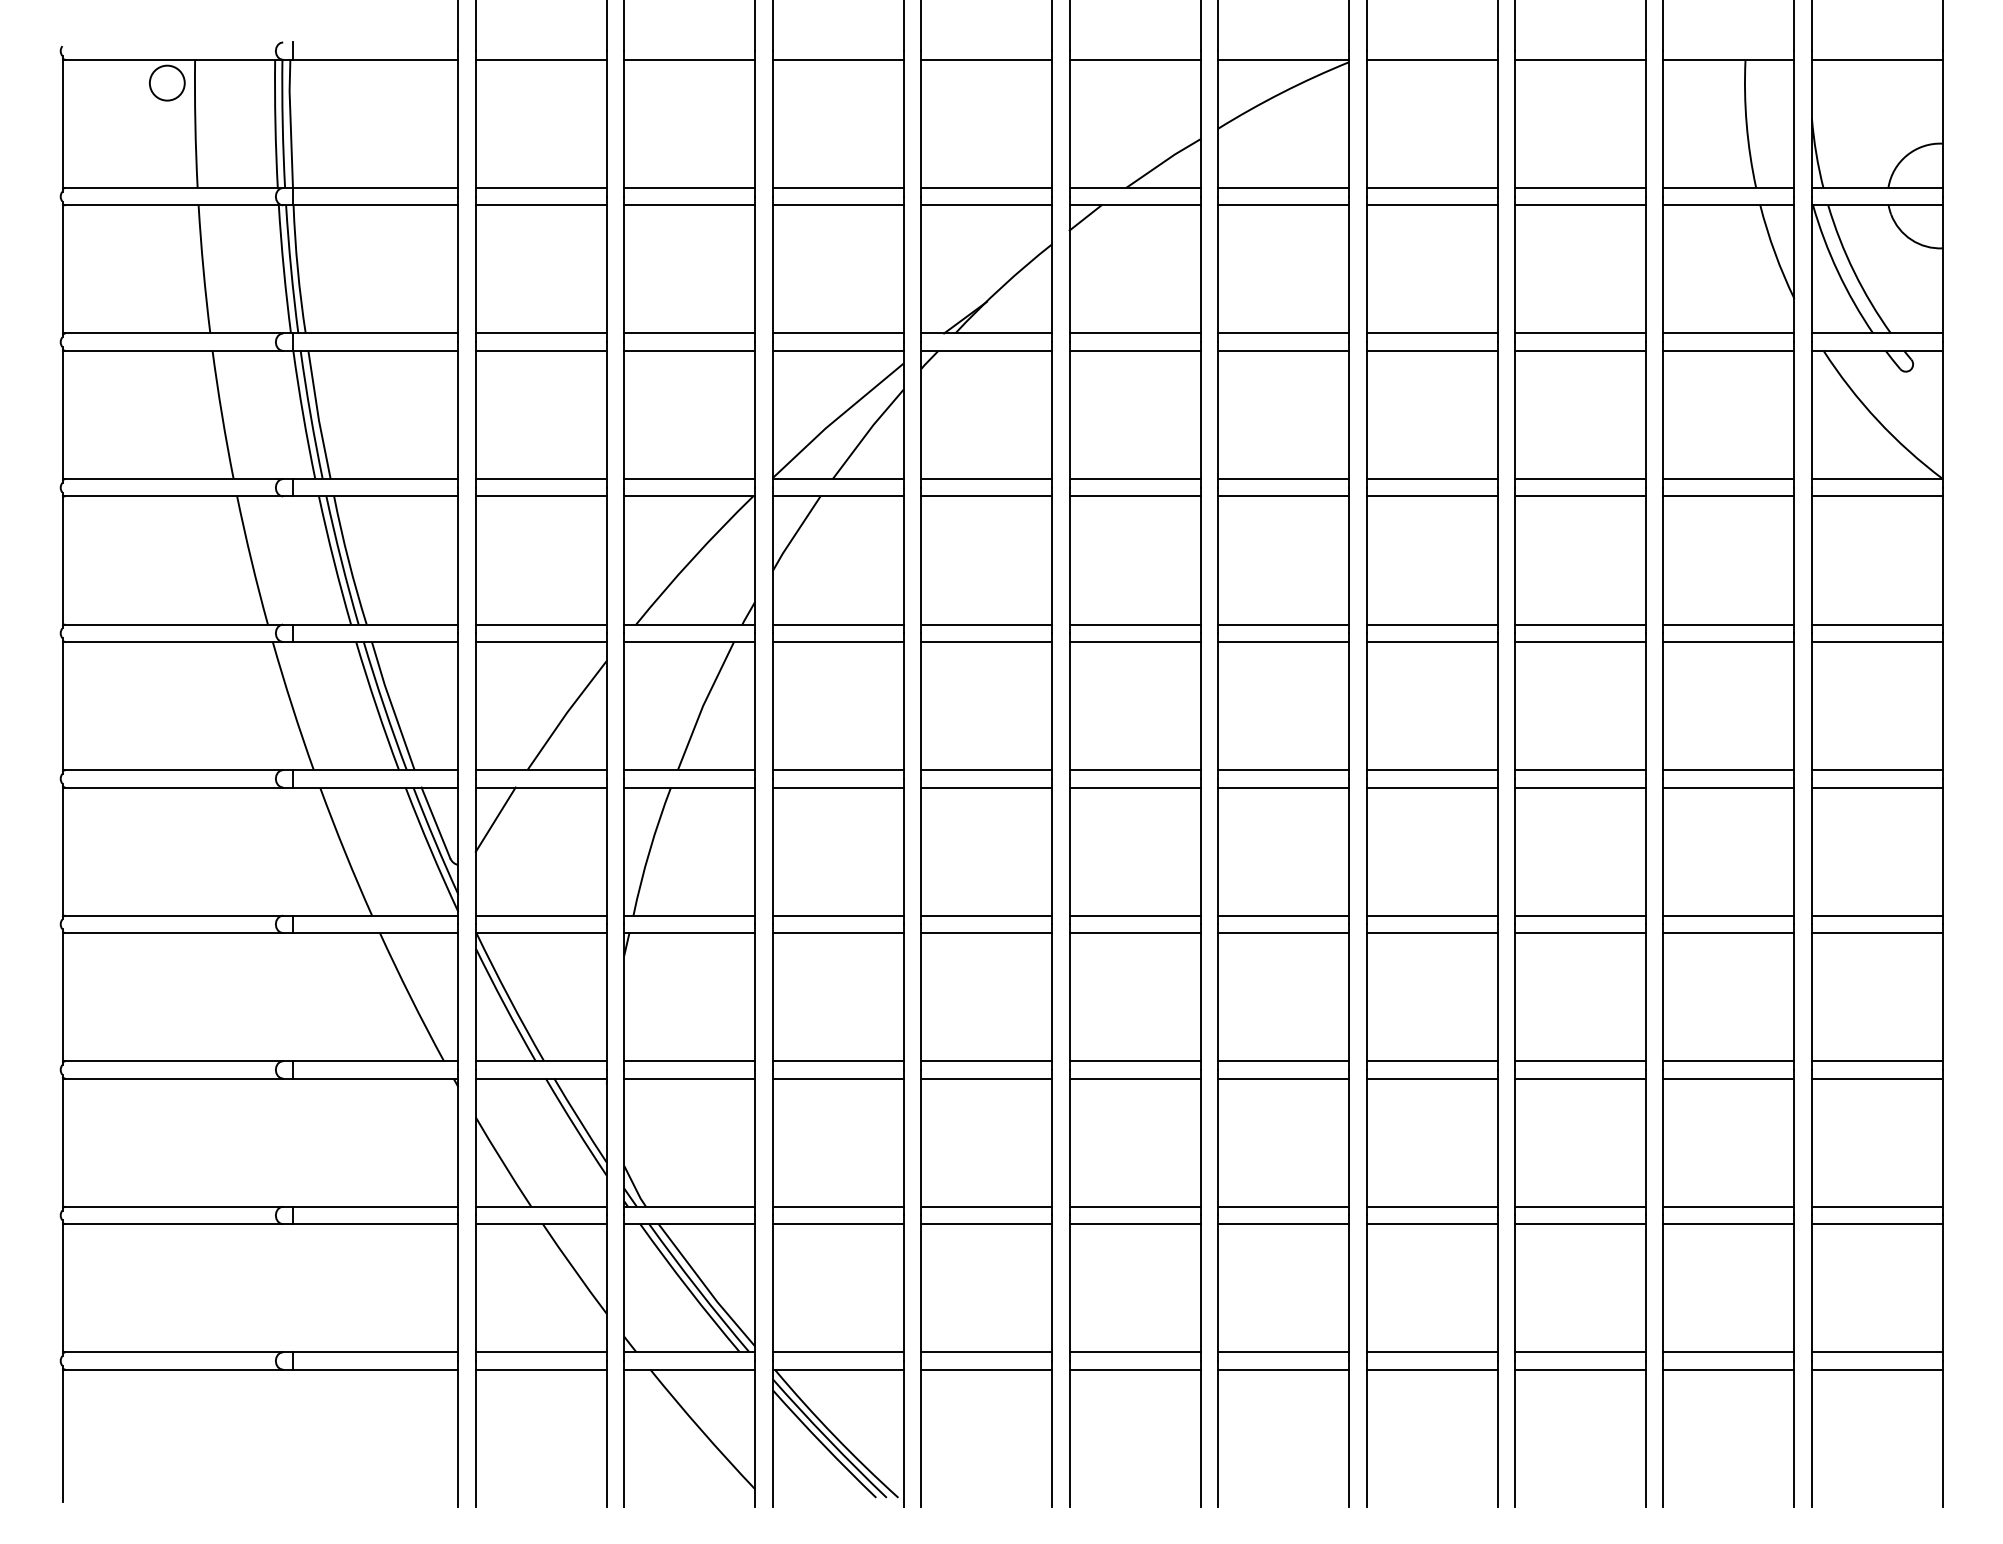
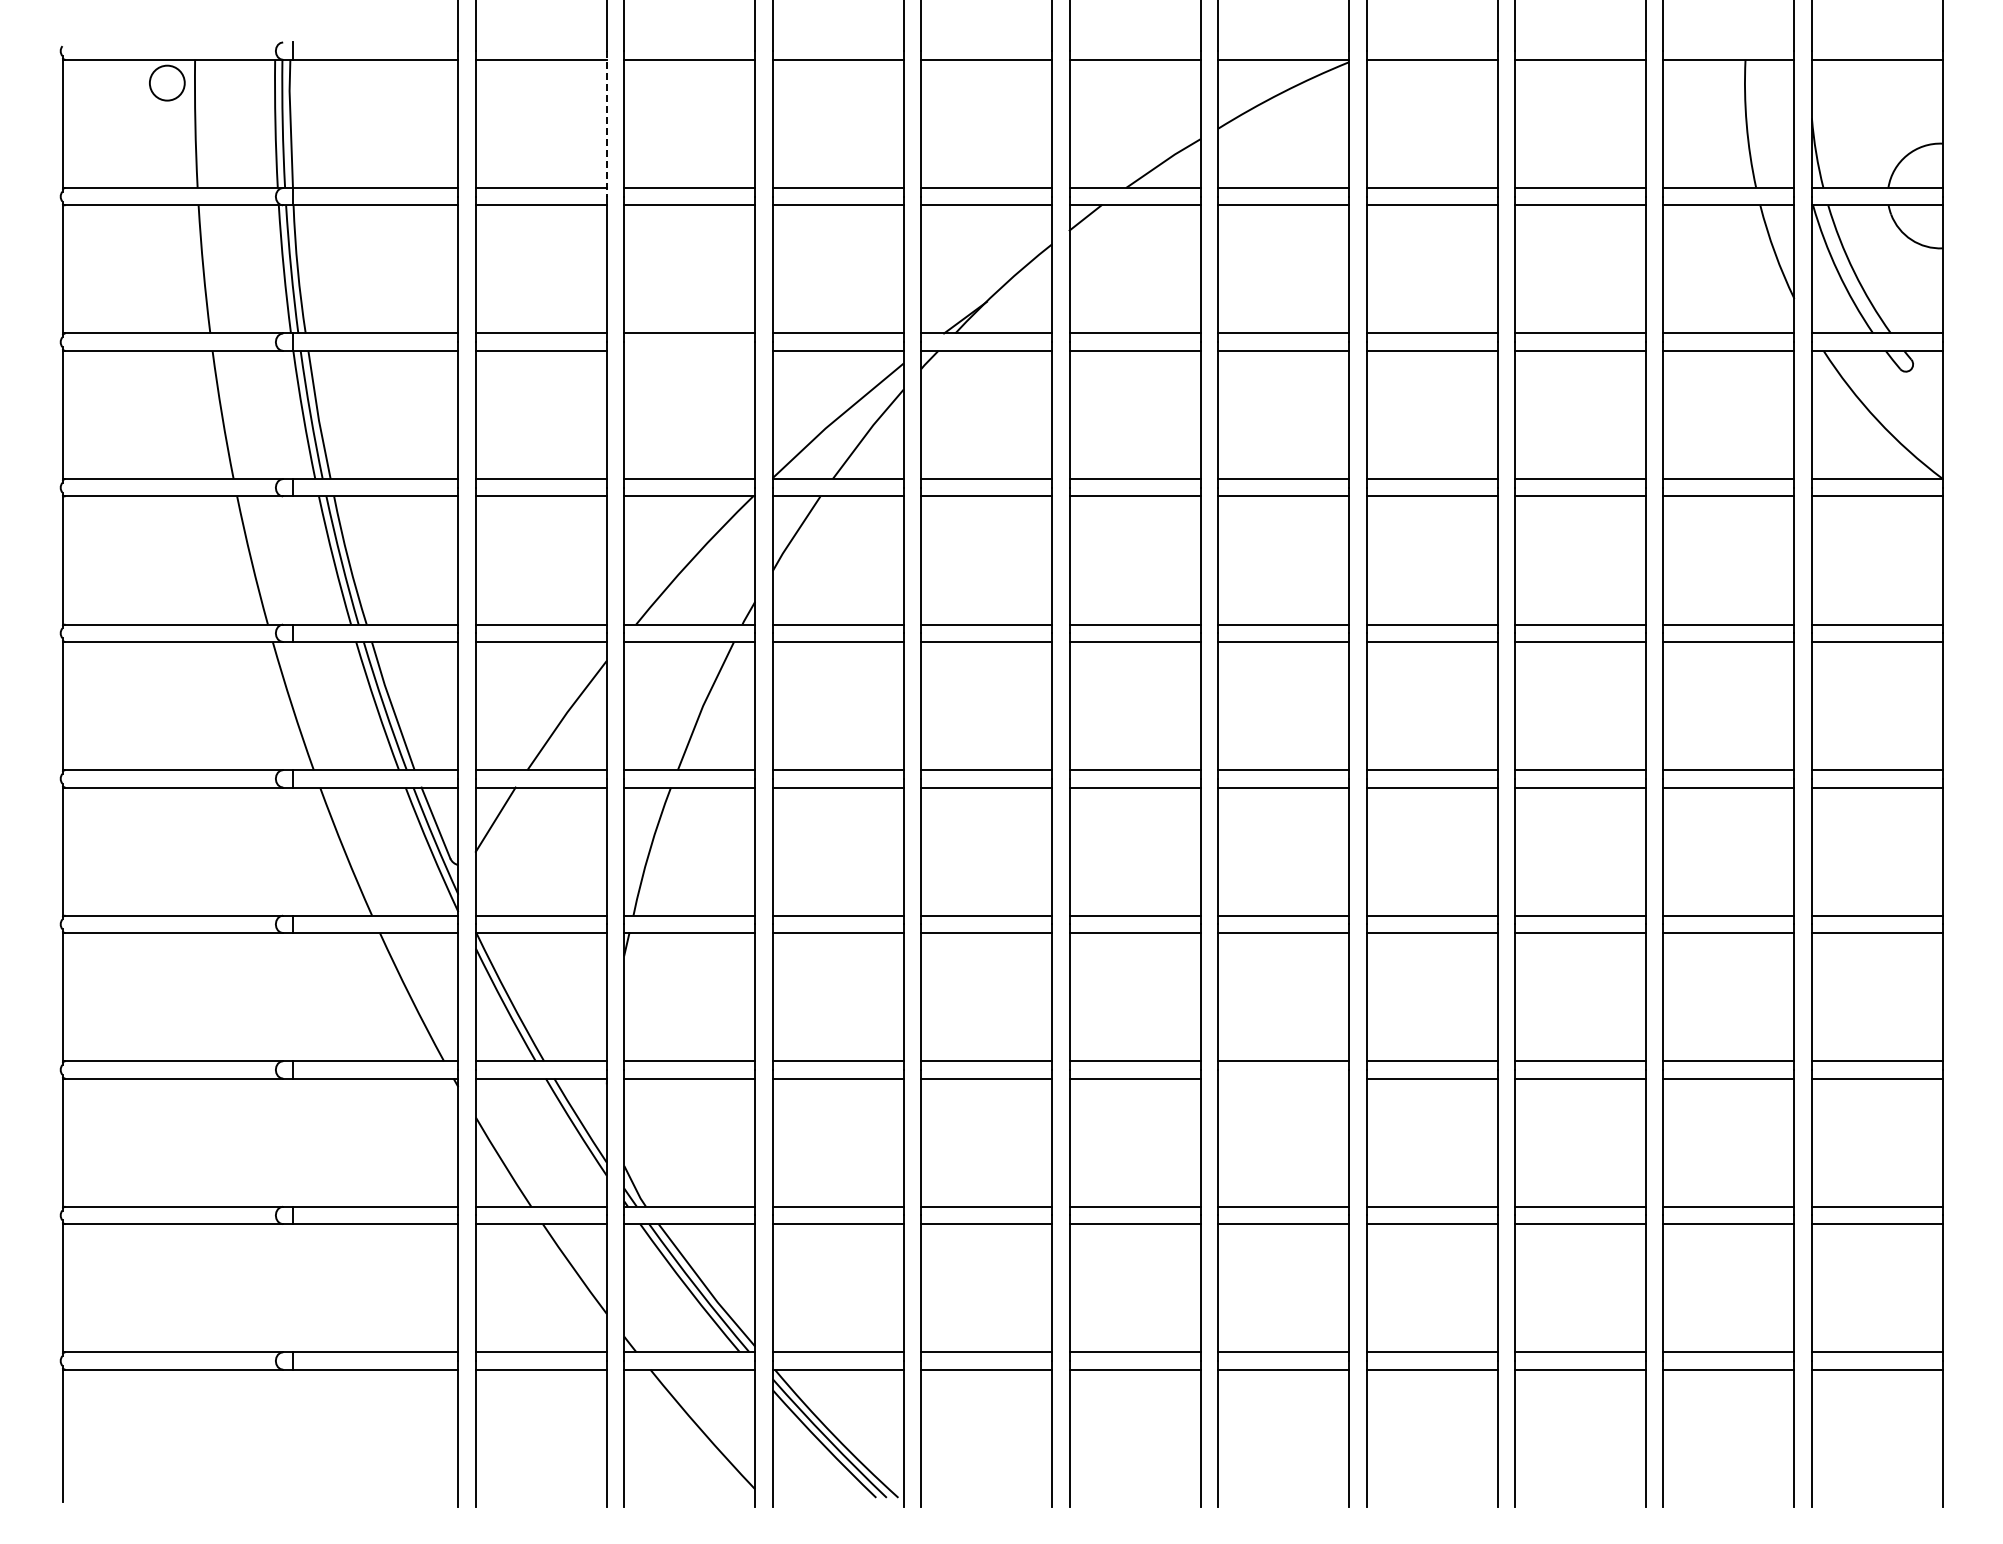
line at (606, 123): solid -> dashed
line at (689, 350): present -> none
line at (1283, 1078): present -> none
